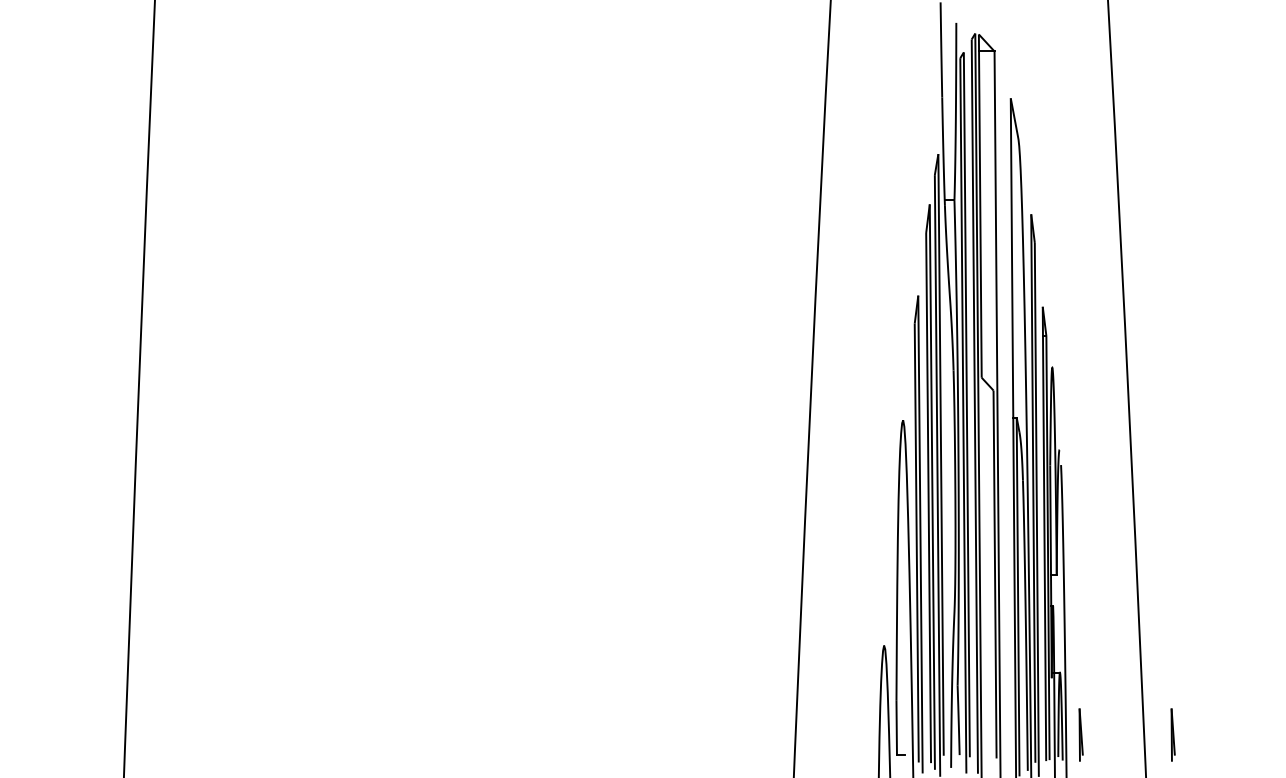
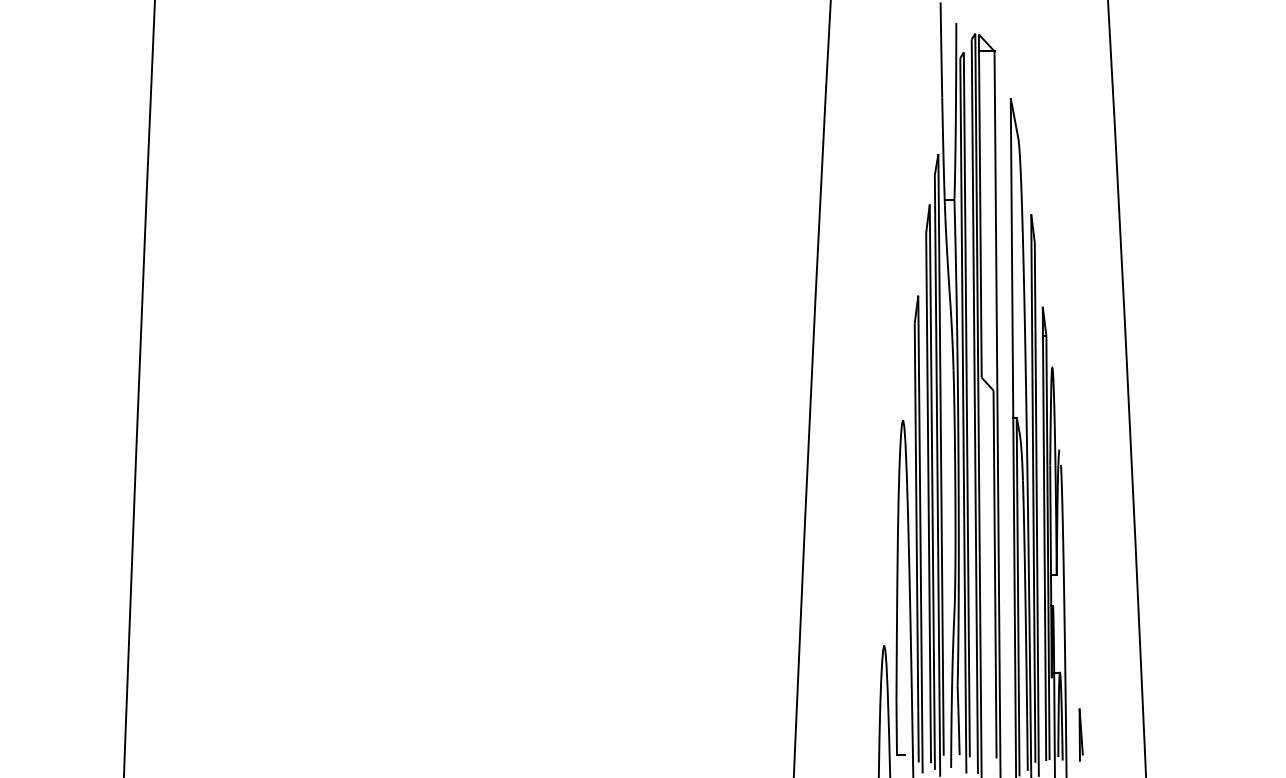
part at (1172, 734): present -> none
